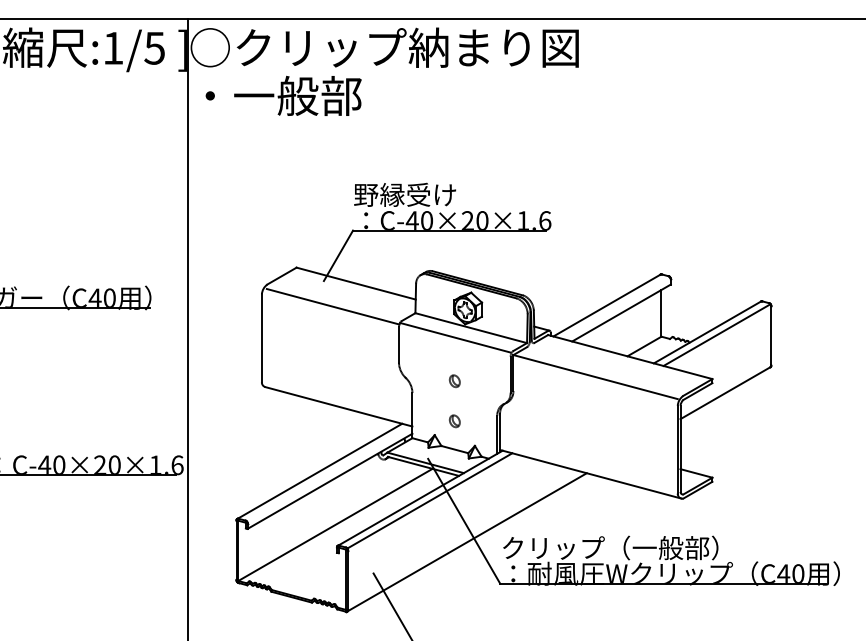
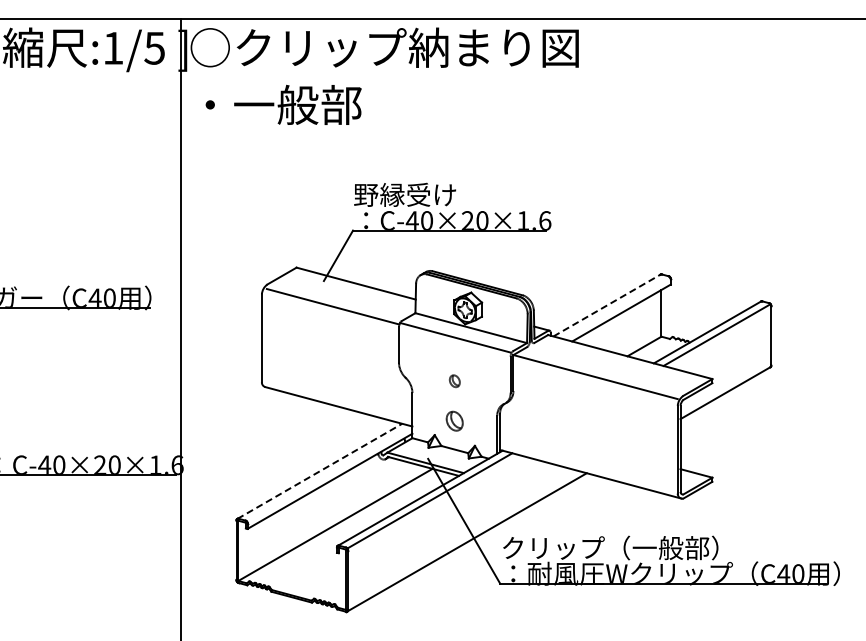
text at (283, 95) position: (283, 95) -> (283, 104)
line at (606, 305): solid -> dashed
line at (188, 328) position: (188, 328) -> (181, 328)
part at (454, 421) size: 12x15 px -> 19x22 px
line at (320, 471): solid -> dashed
line at (391, 605): present -> none
